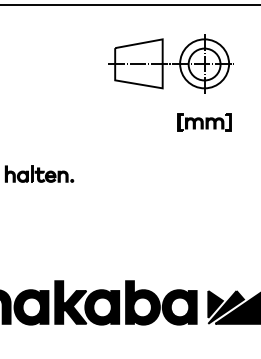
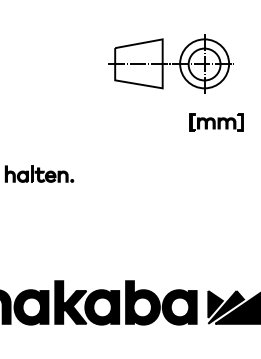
line at (129, 5): present -> none
part at (204, 122) position: (204, 122) -> (216, 122)
